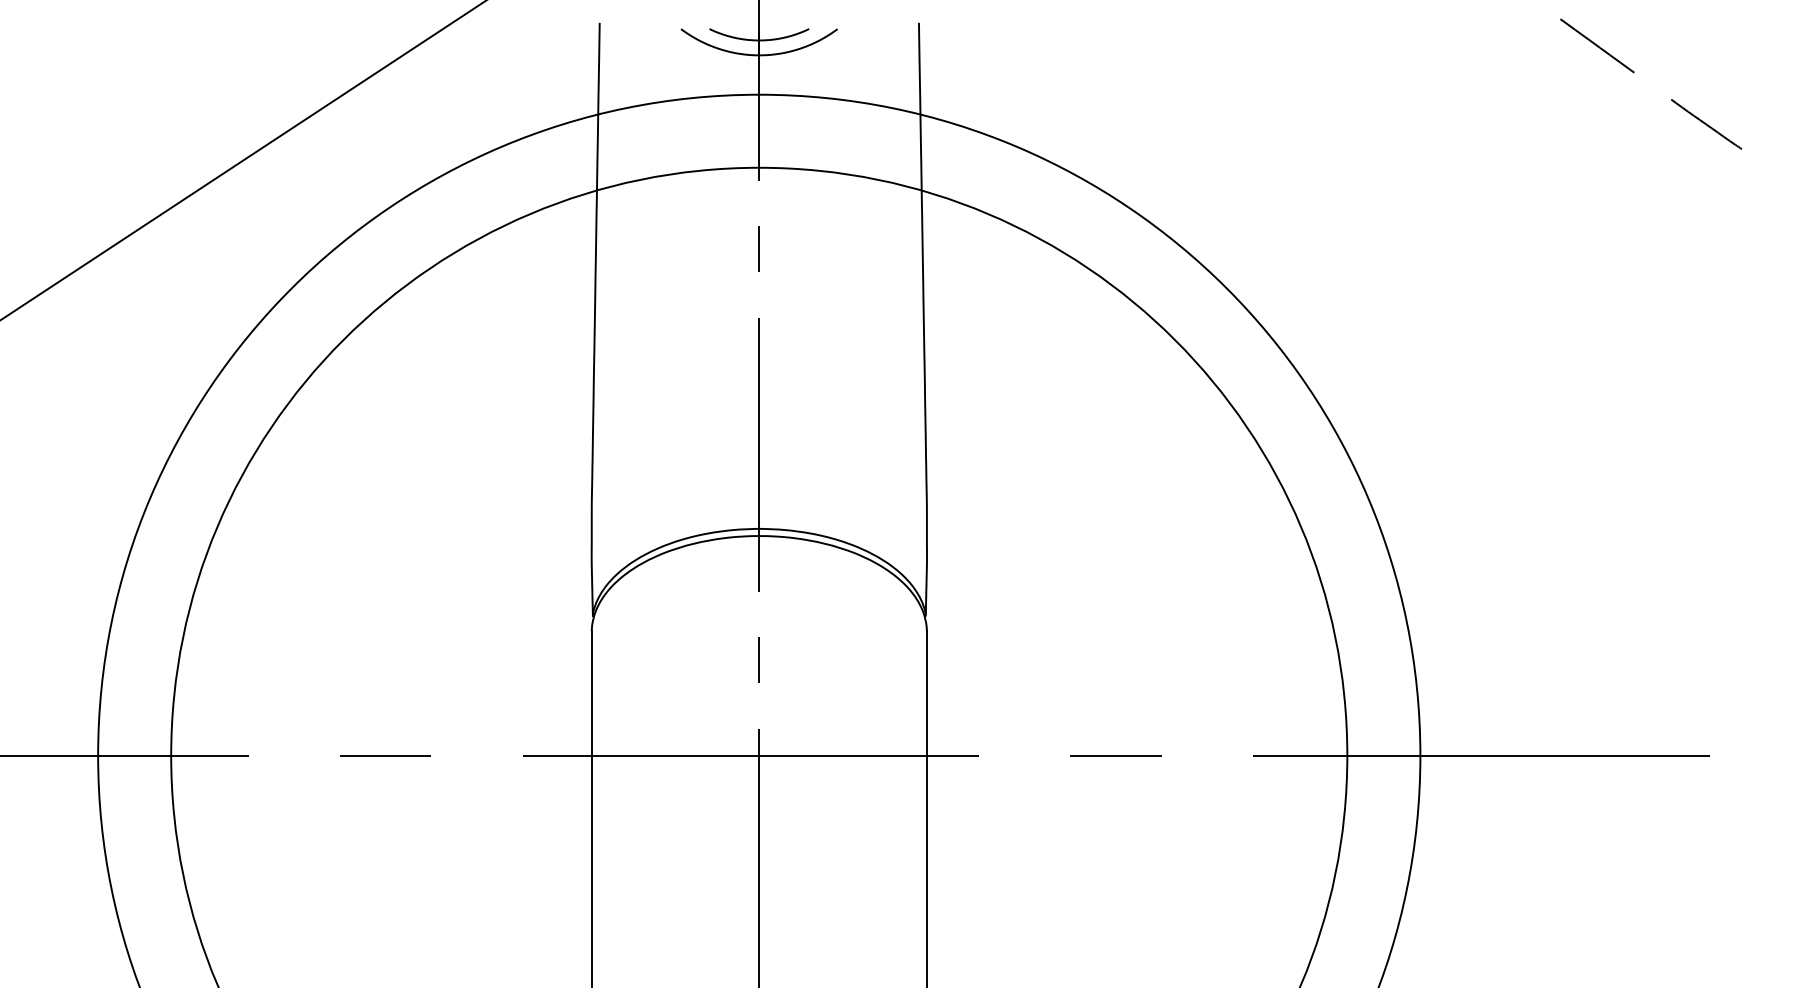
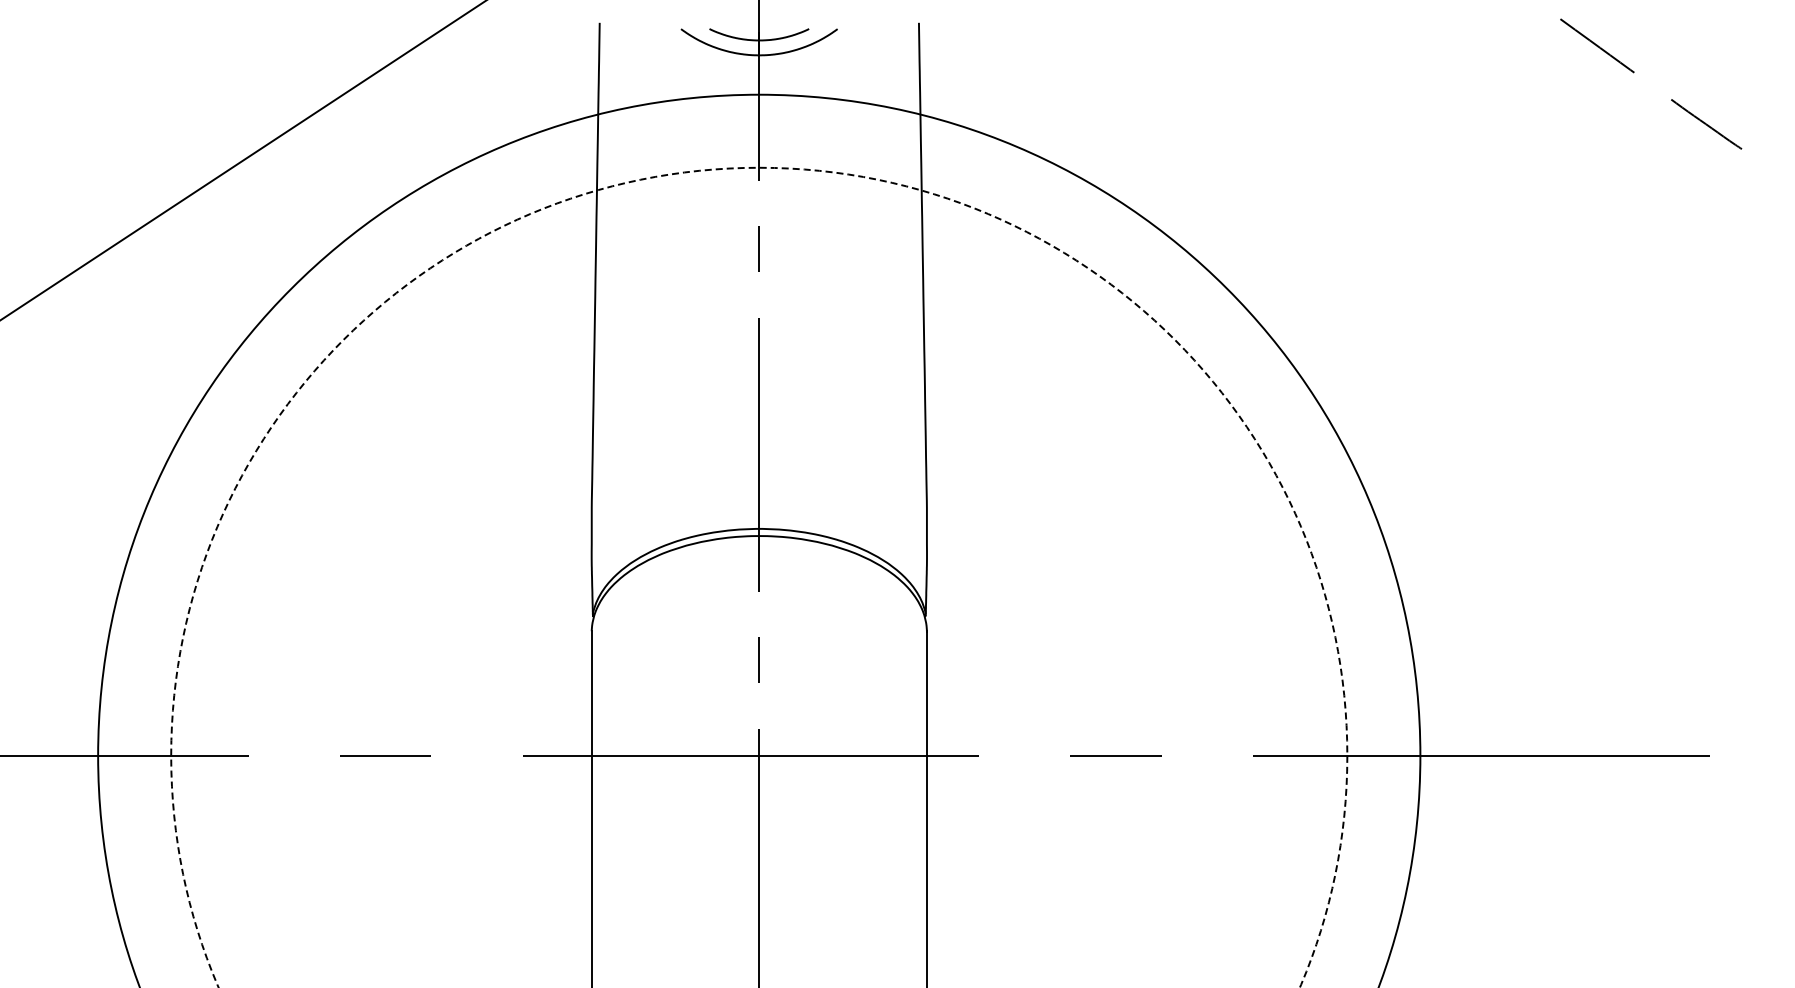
circle at (759, 577): solid -> dashed
